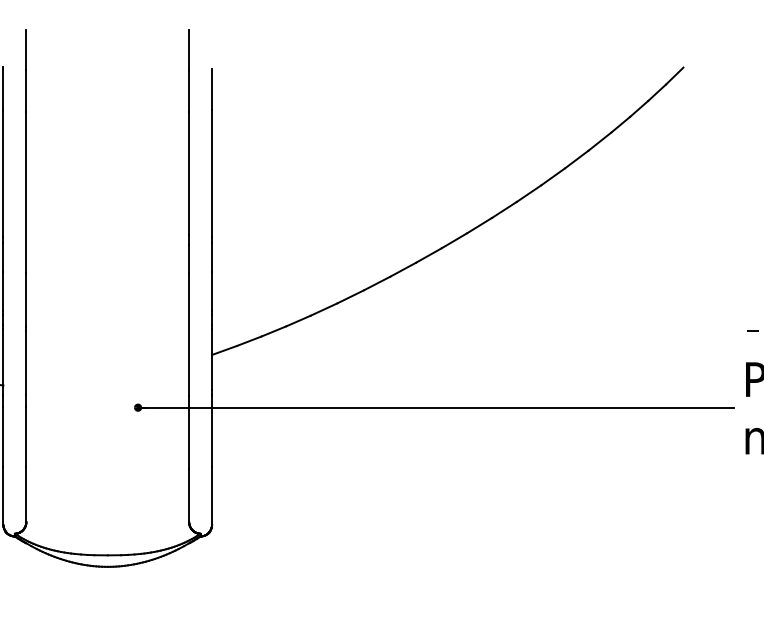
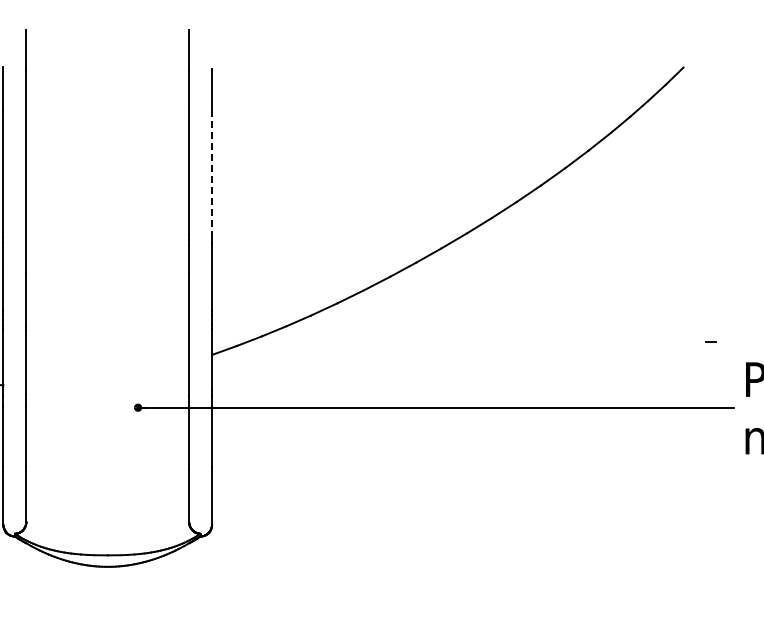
line at (212, 173): solid -> dashed
line at (752, 330) position: (752, 330) -> (710, 341)
